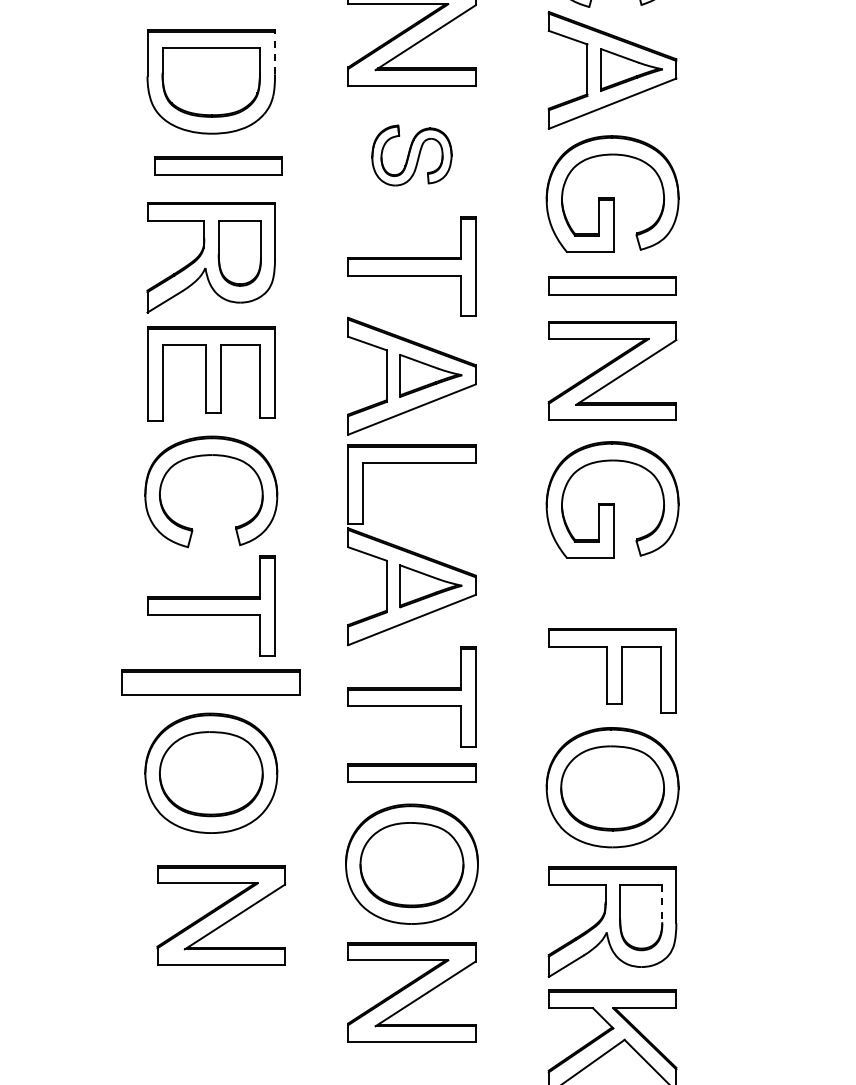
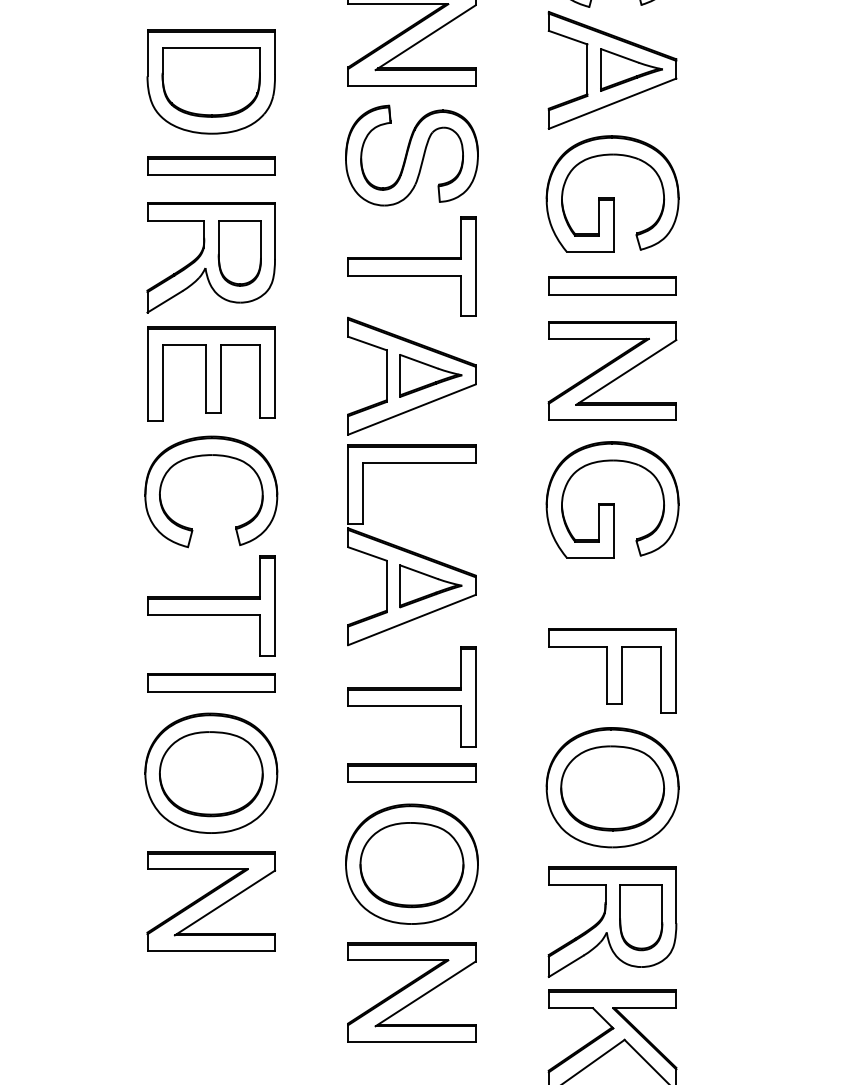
line at (275, 52): dashed -> solid
part at (411, 155) size: 82x63 px -> 134x103 px
part at (218, 165) position: (218, 165) -> (211, 165)
part at (210, 682) size: 180x27 px -> 129x20 px
line at (662, 904): dashed -> solid
part at (221, 915) position: (221, 915) -> (211, 901)
